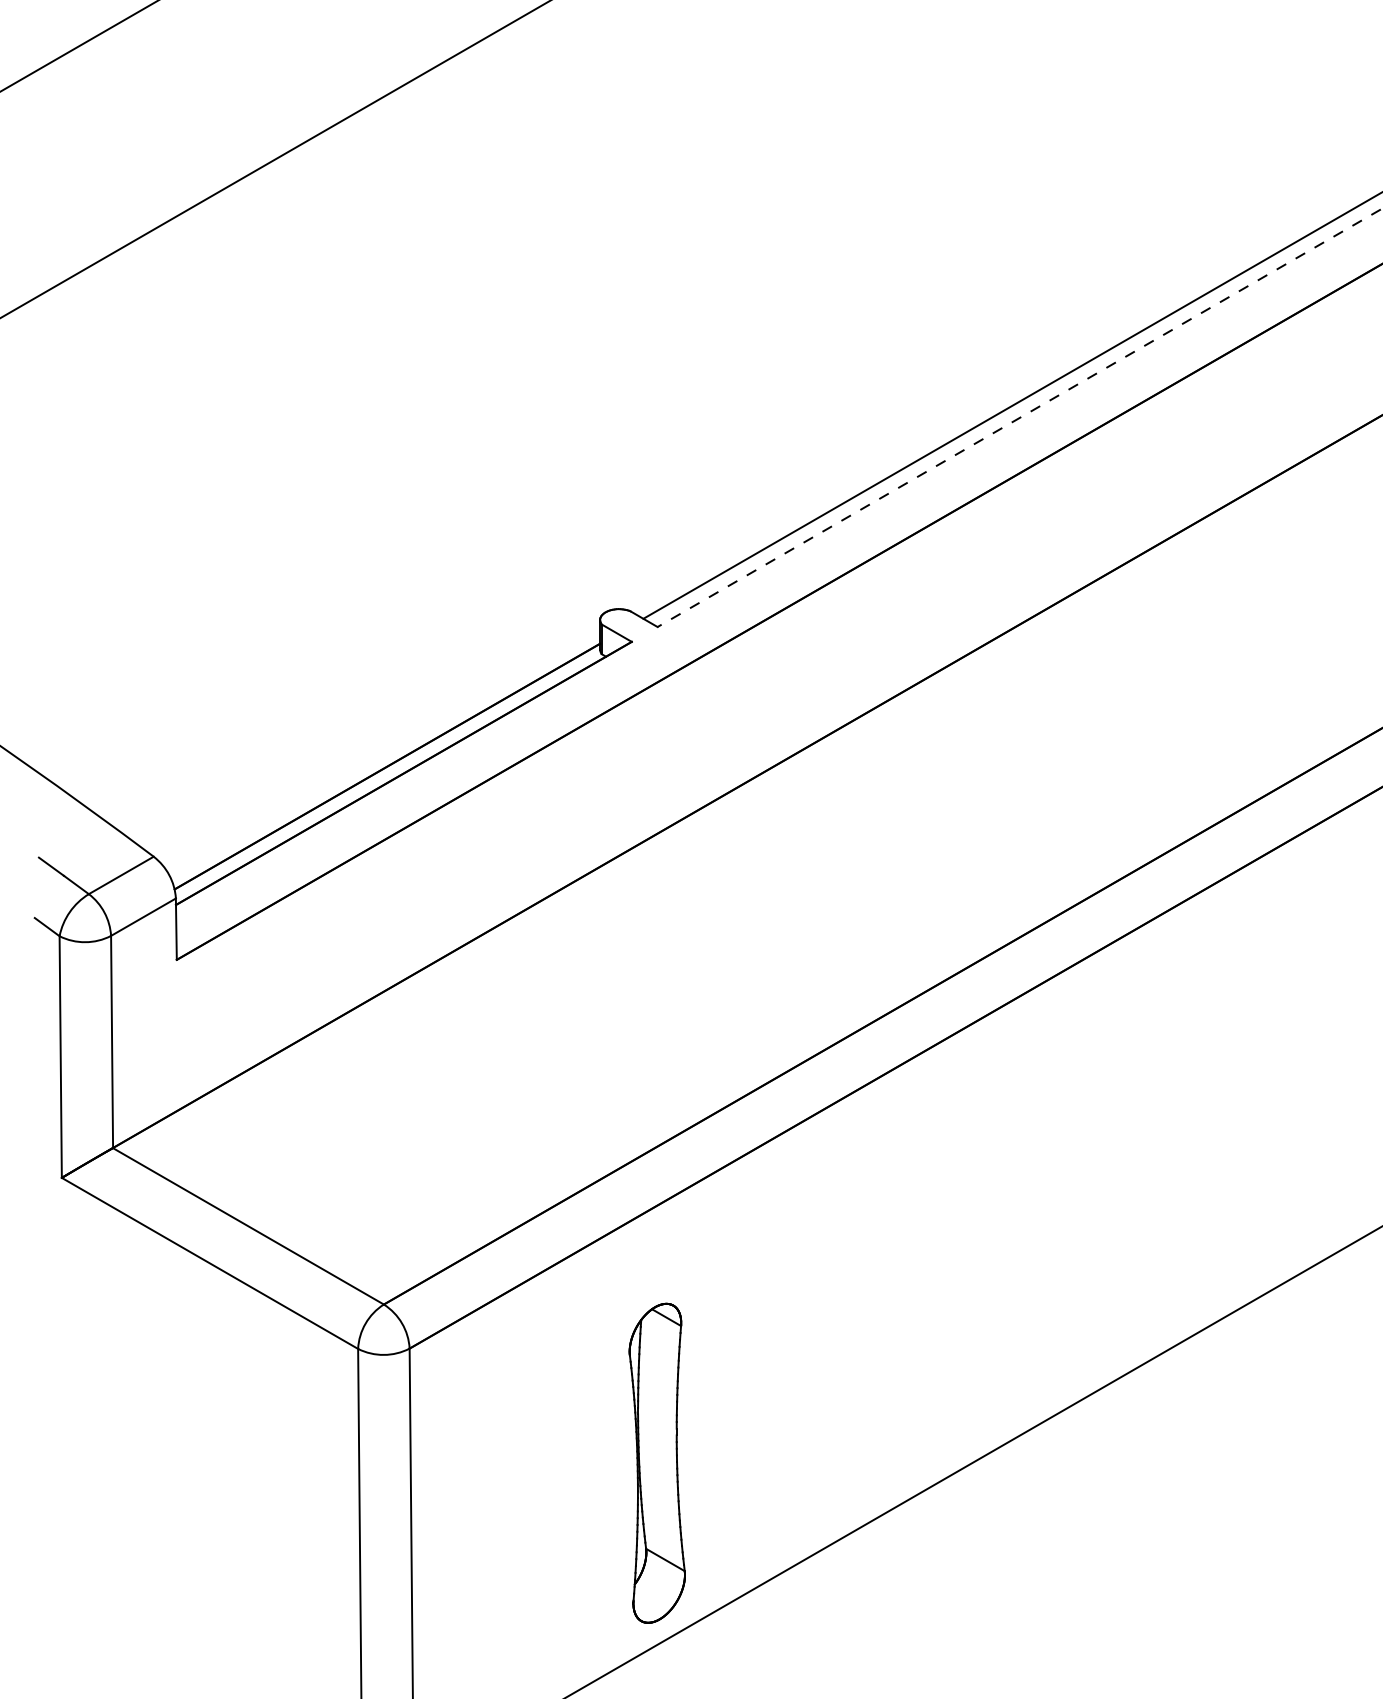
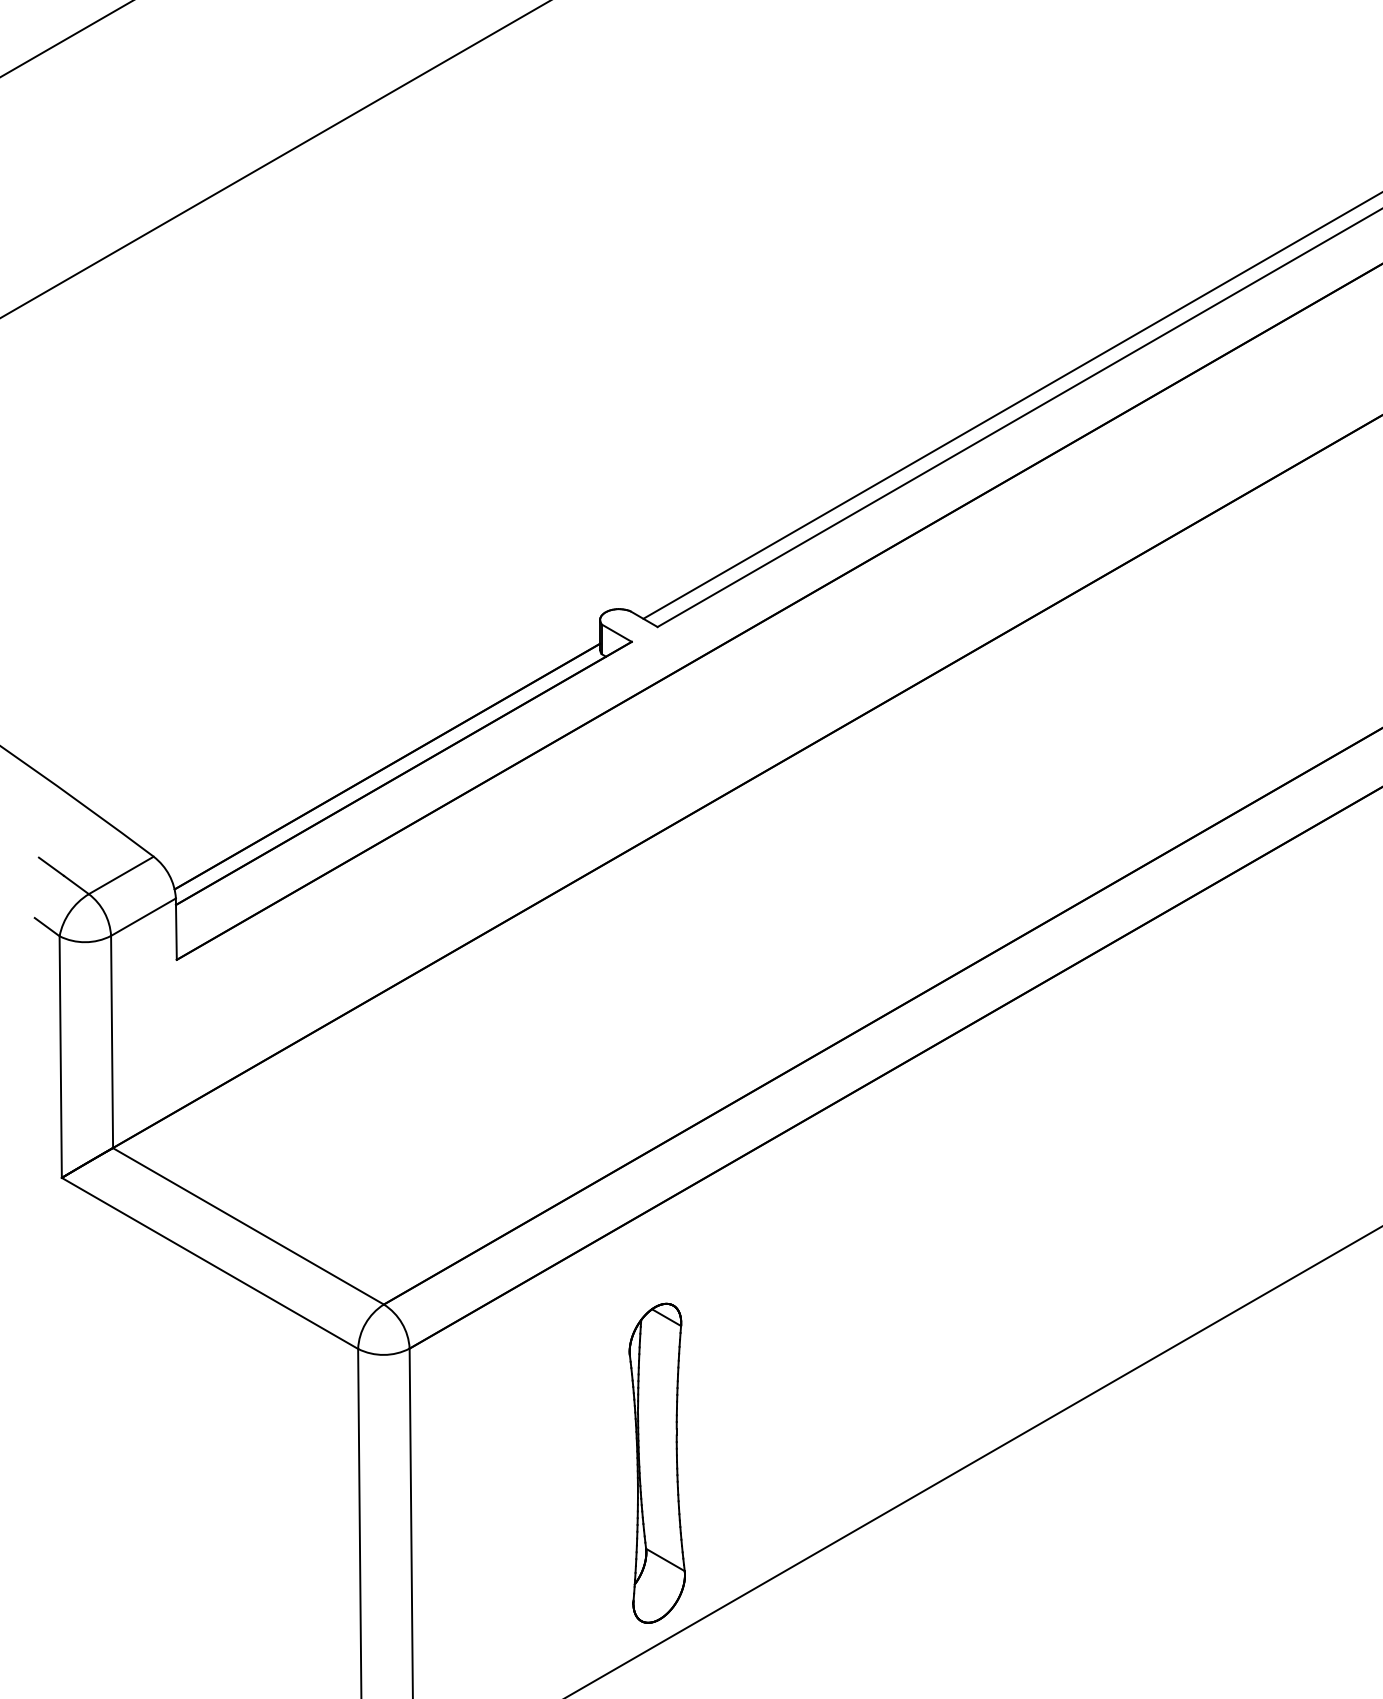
line at (78, 46) position: (78, 46) -> (66, 39)
line at (1019, 418): dashed -> solid
